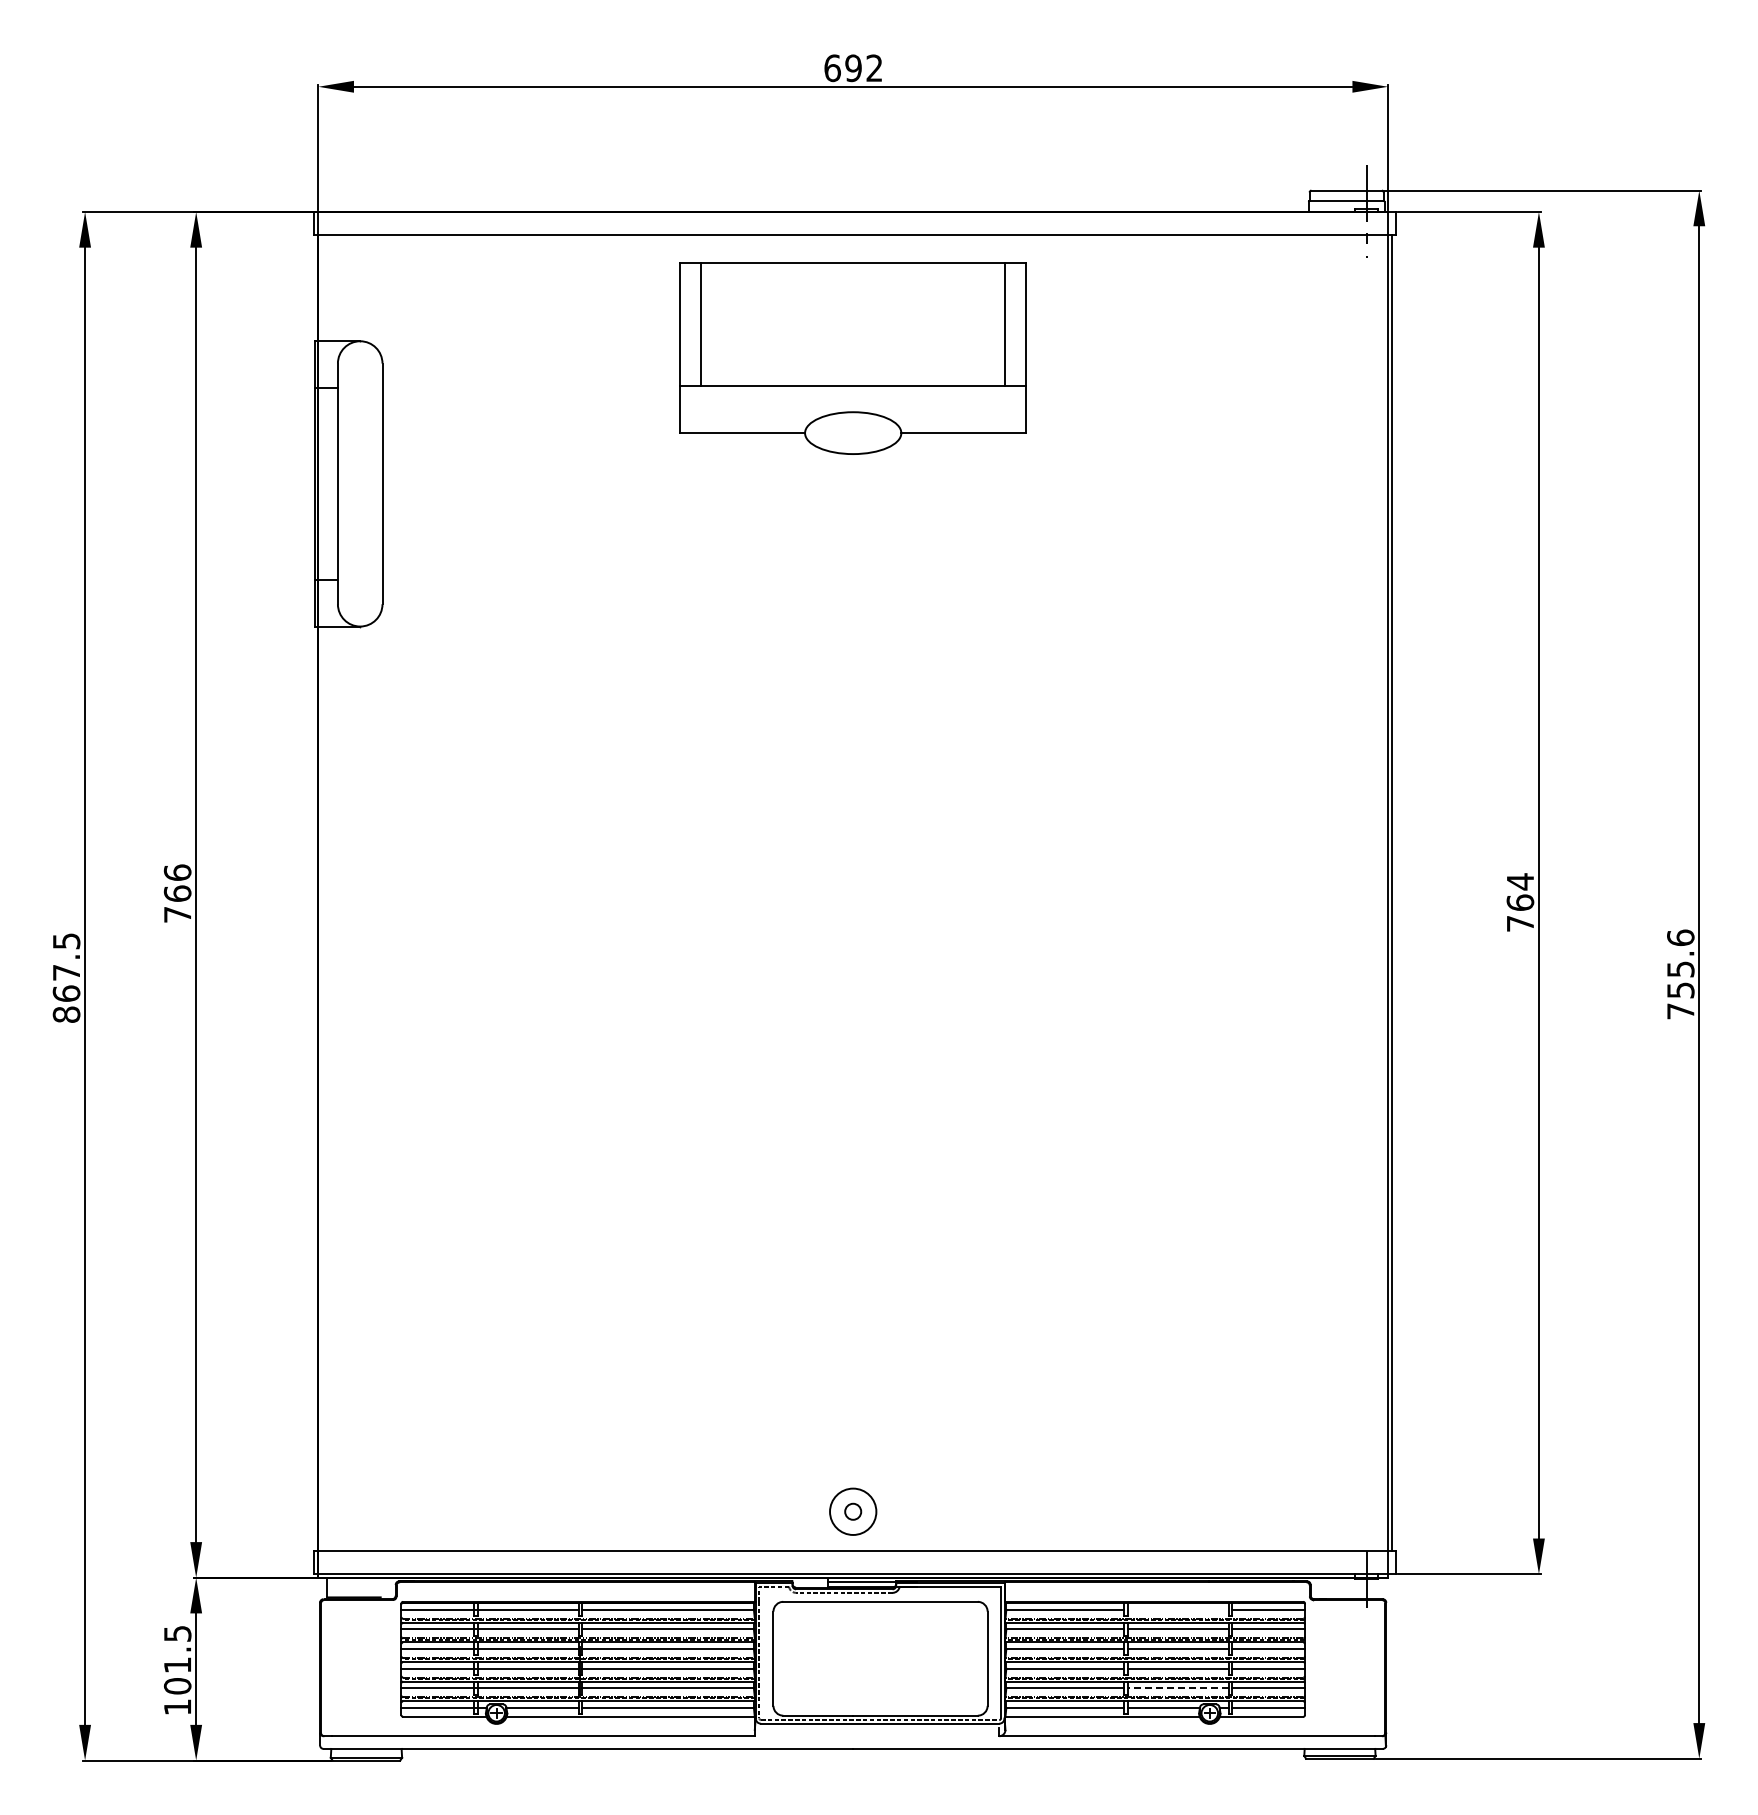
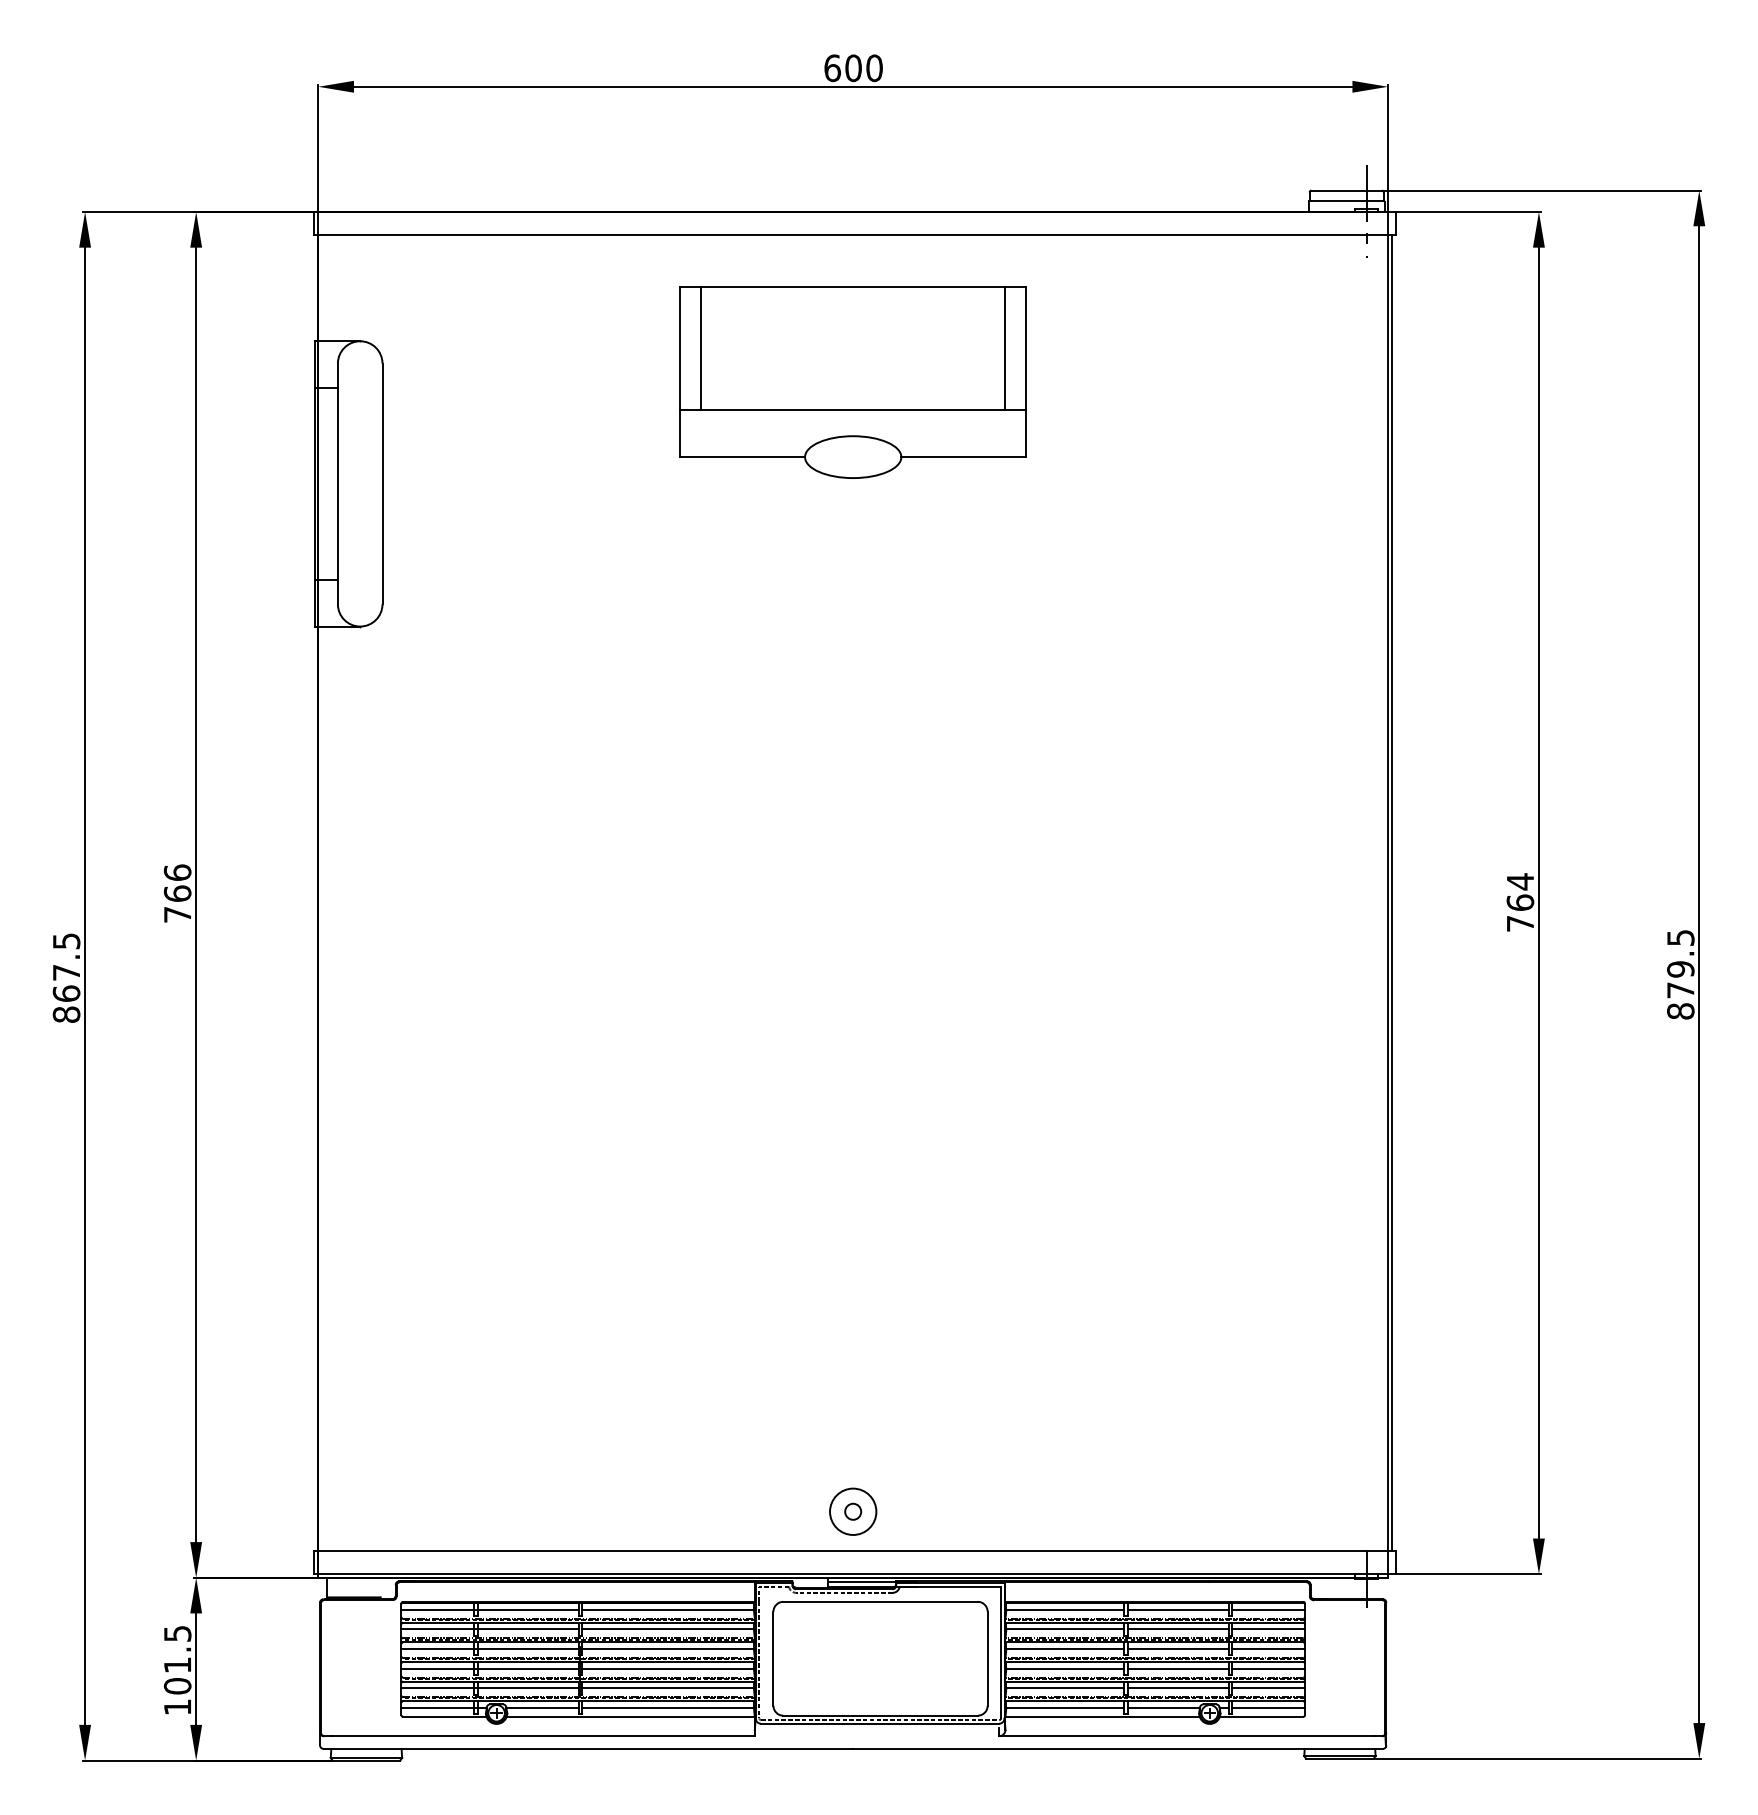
text at (863, 68): 692 -> 600
part at (852, 358) position: (852, 358) -> (852, 382)
text at (1680, 974): 755.6 -> 879.5
line at (1177, 1609): none -> present
line at (1177, 1688): dashed -> solid
